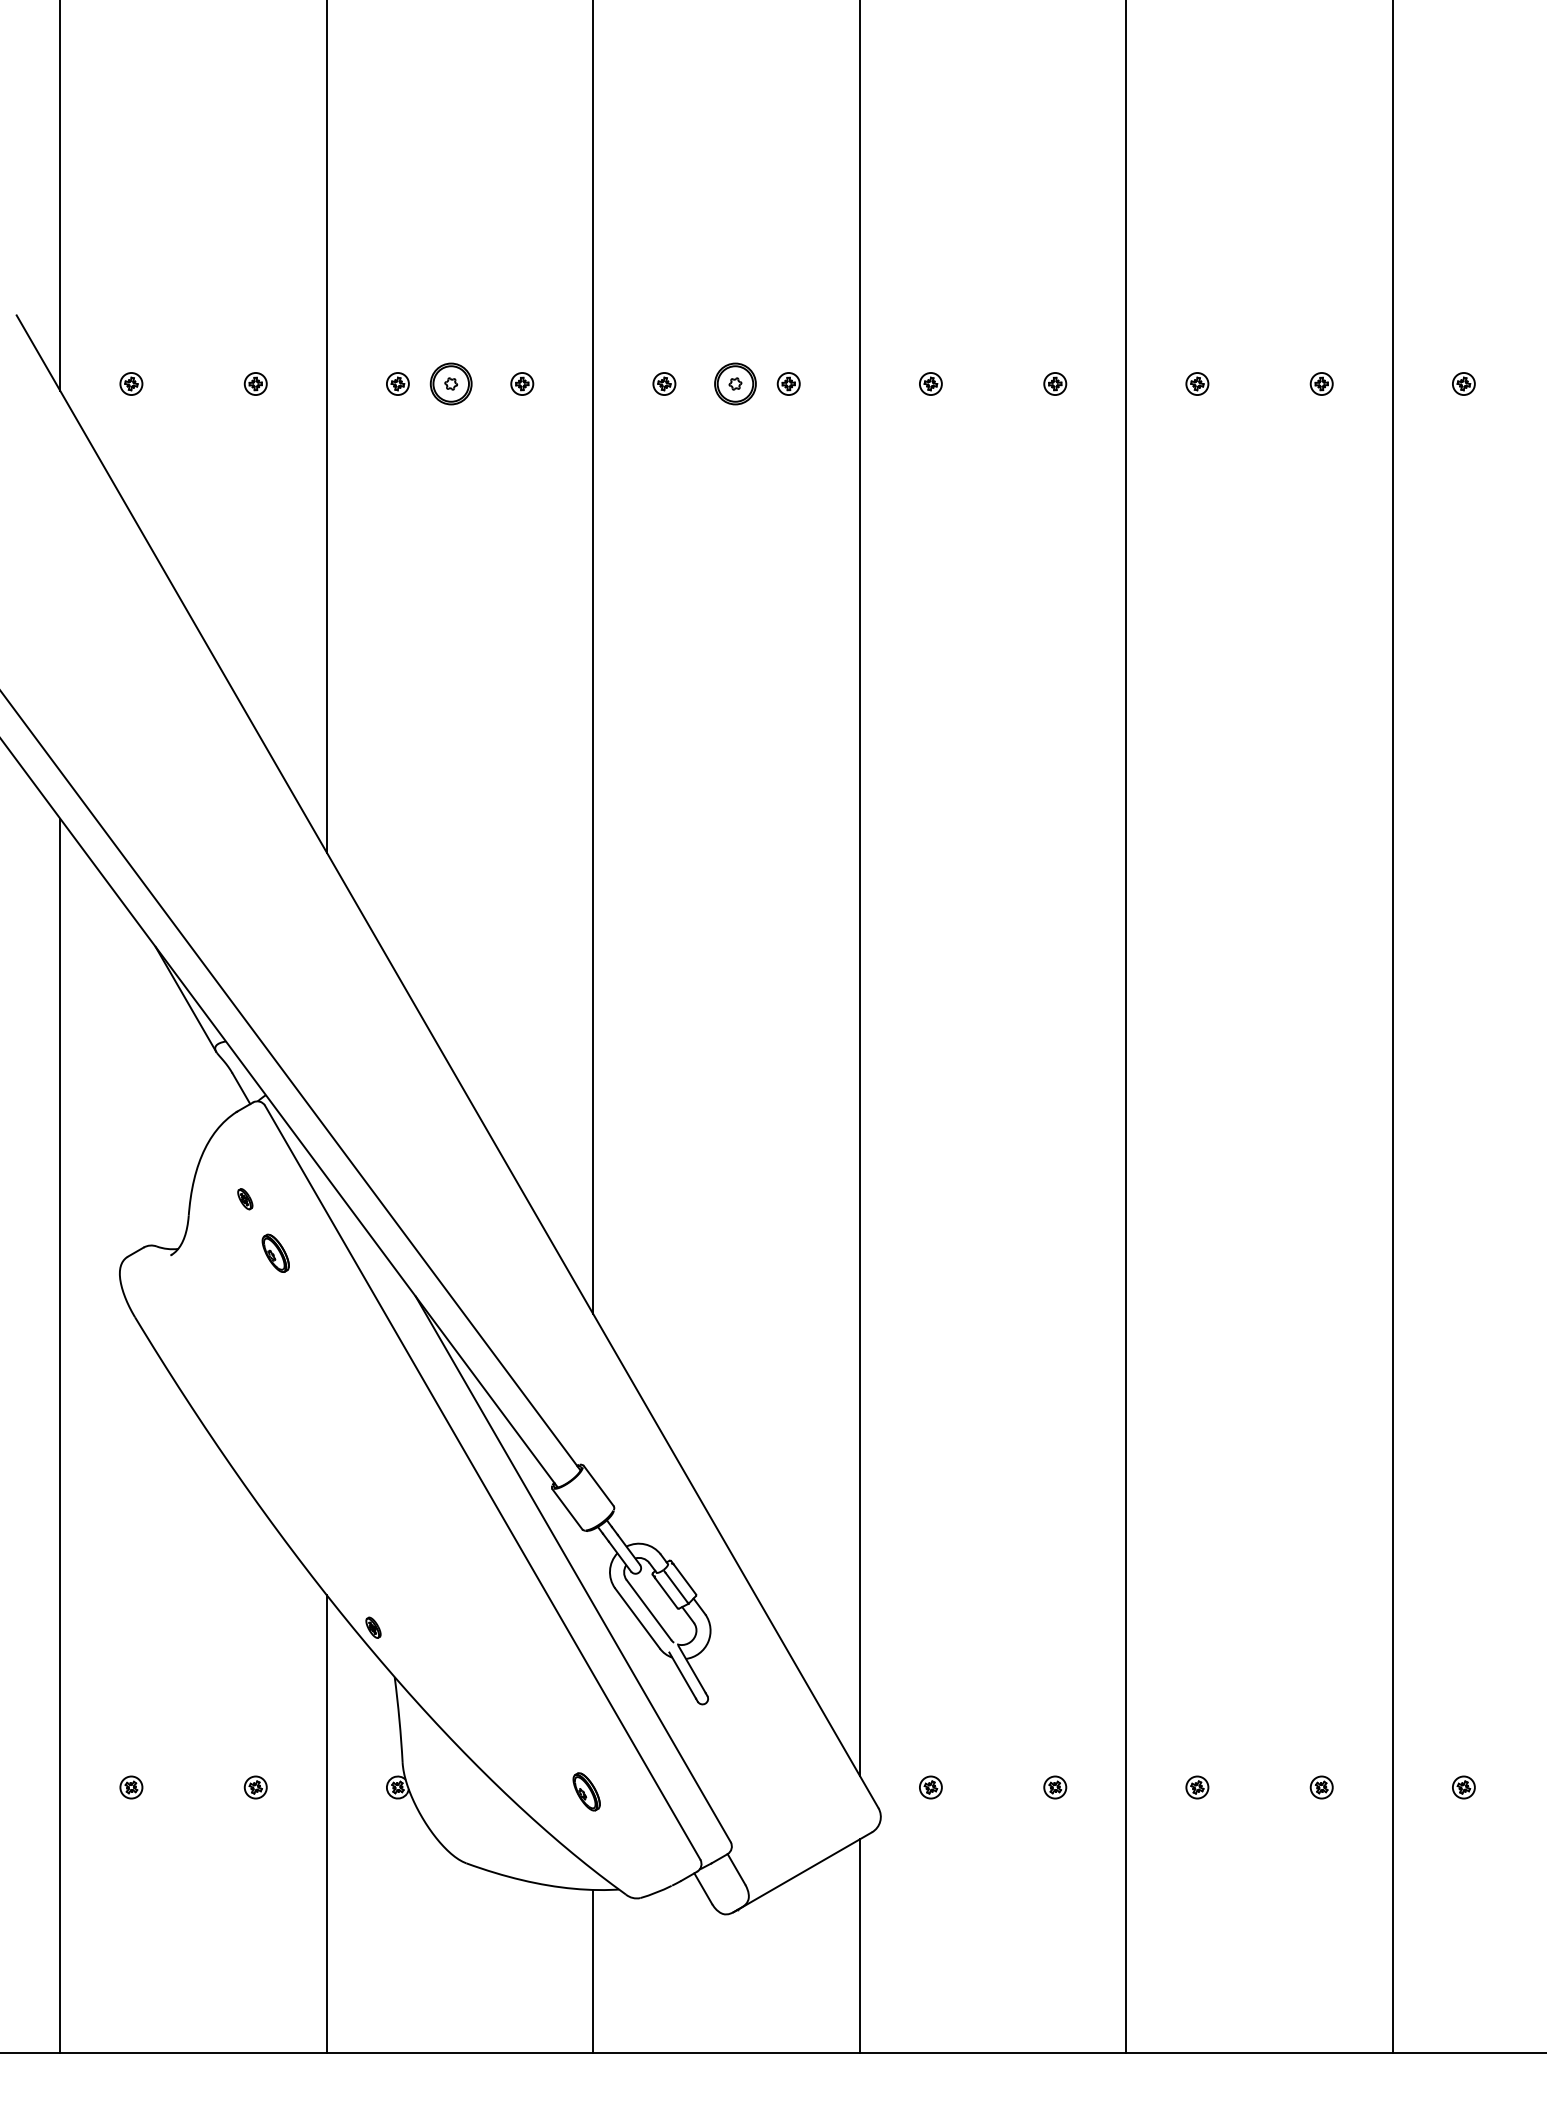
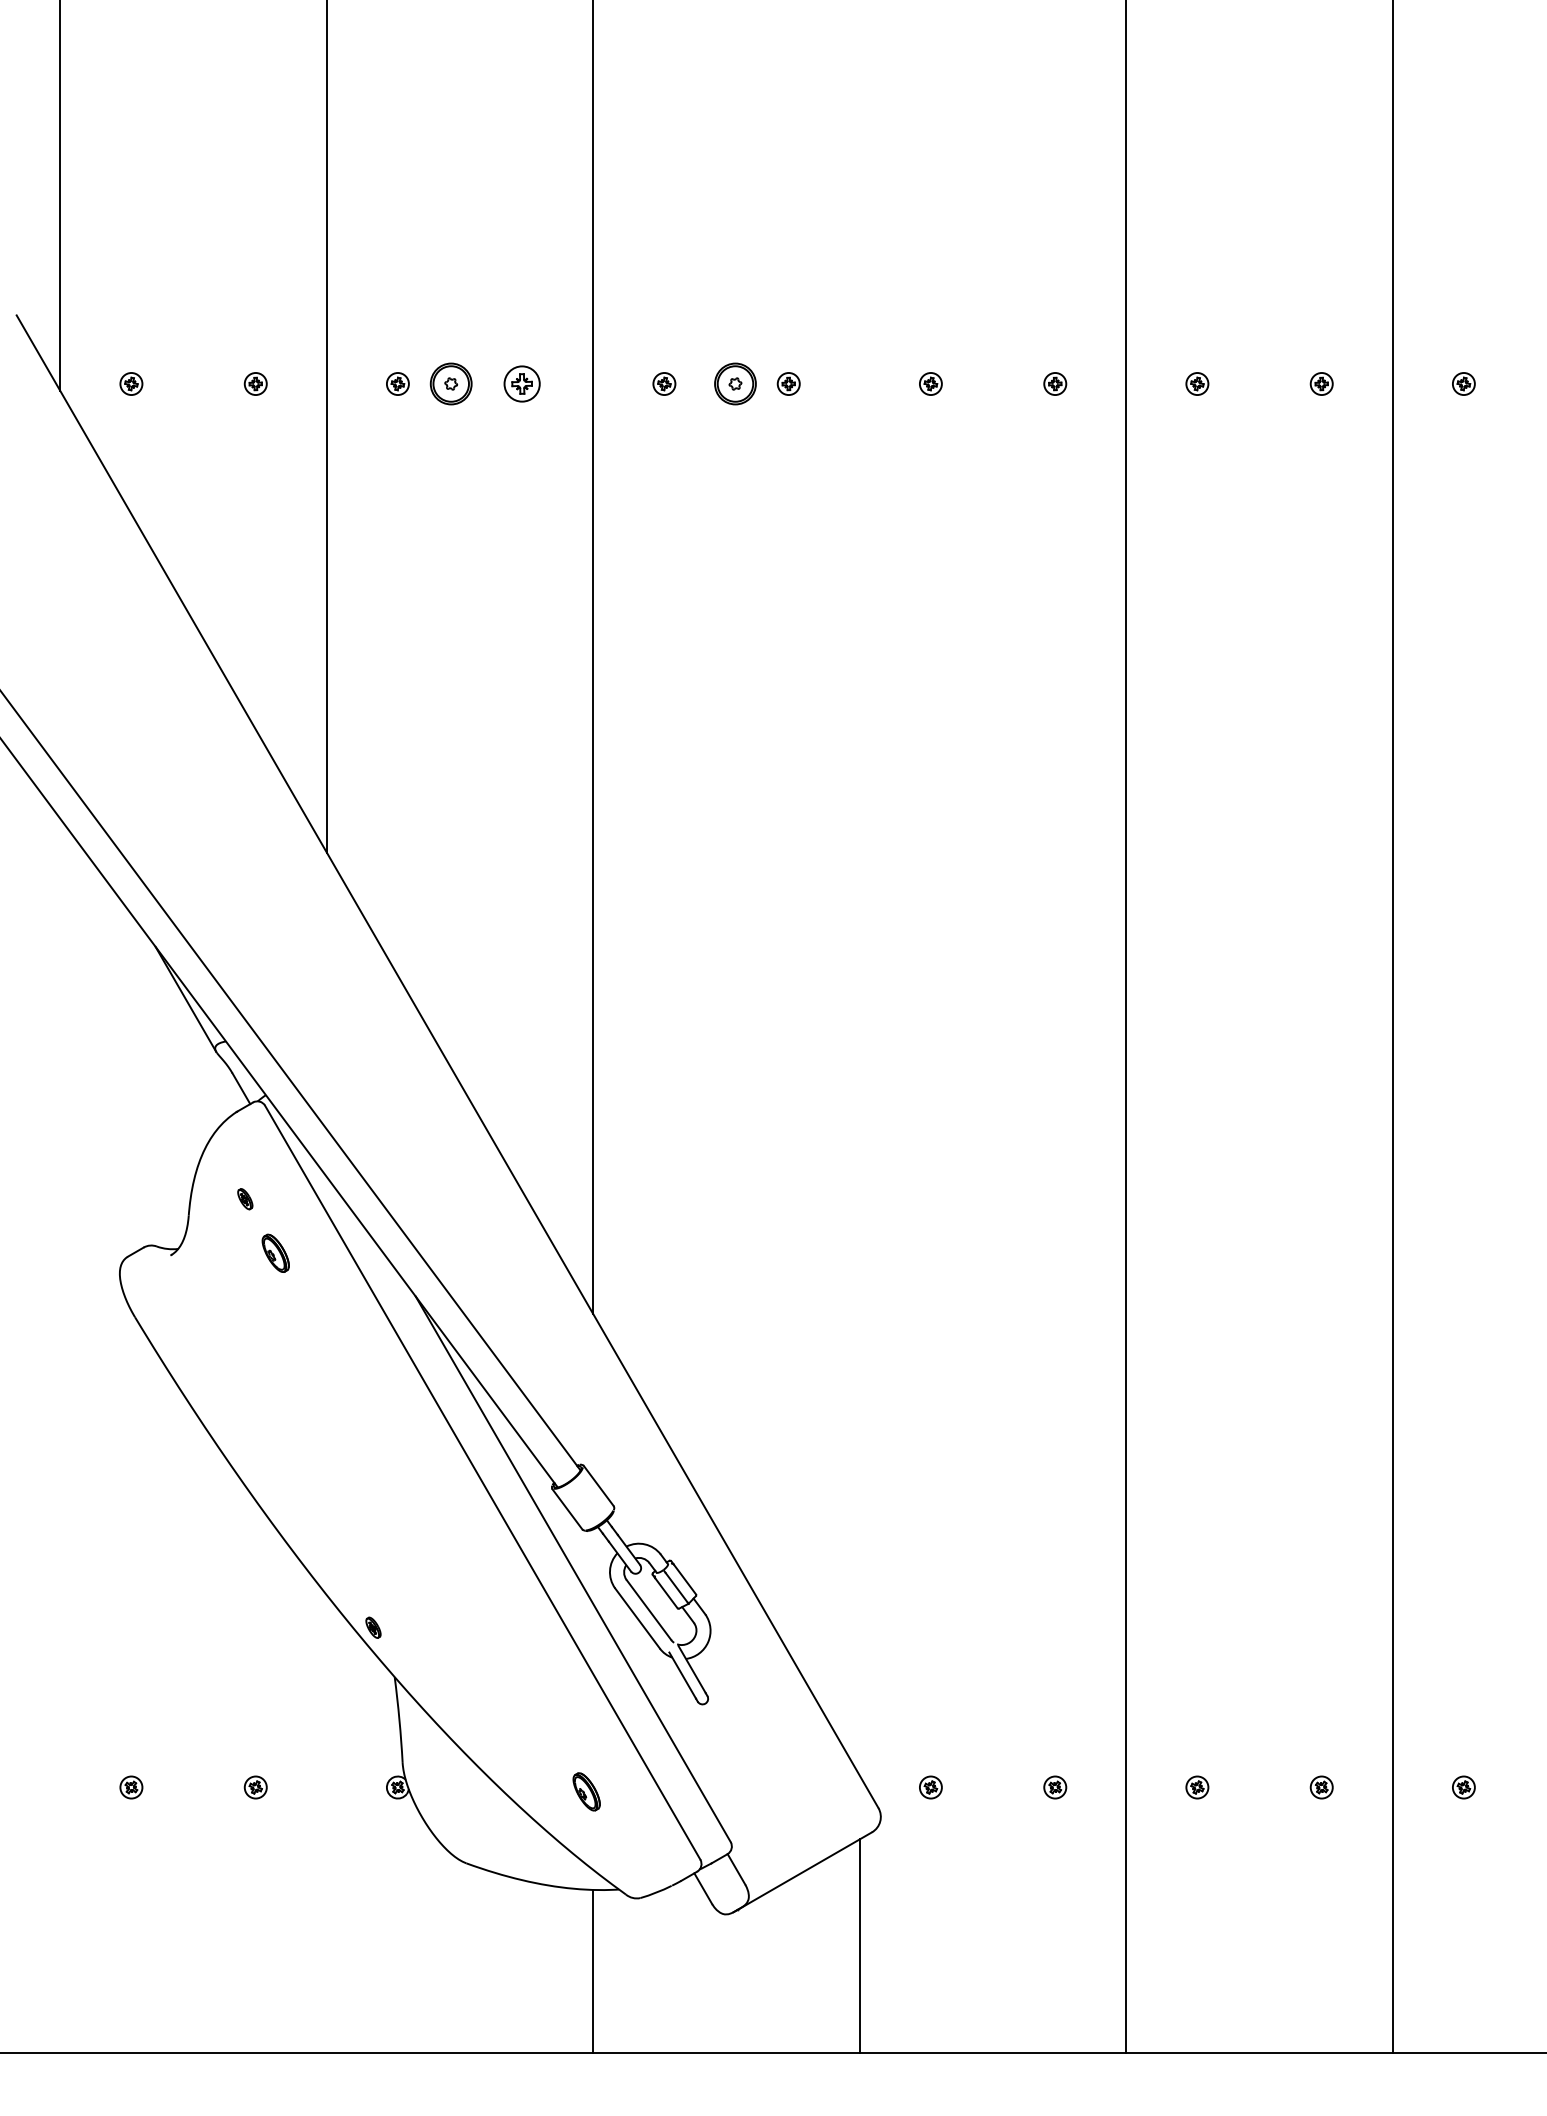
part at (522, 383) size: 25x24 px -> 38x38 px
line at (859, 888): present -> none
line at (60, 1435): present -> none
line at (326, 1823): present -> none
